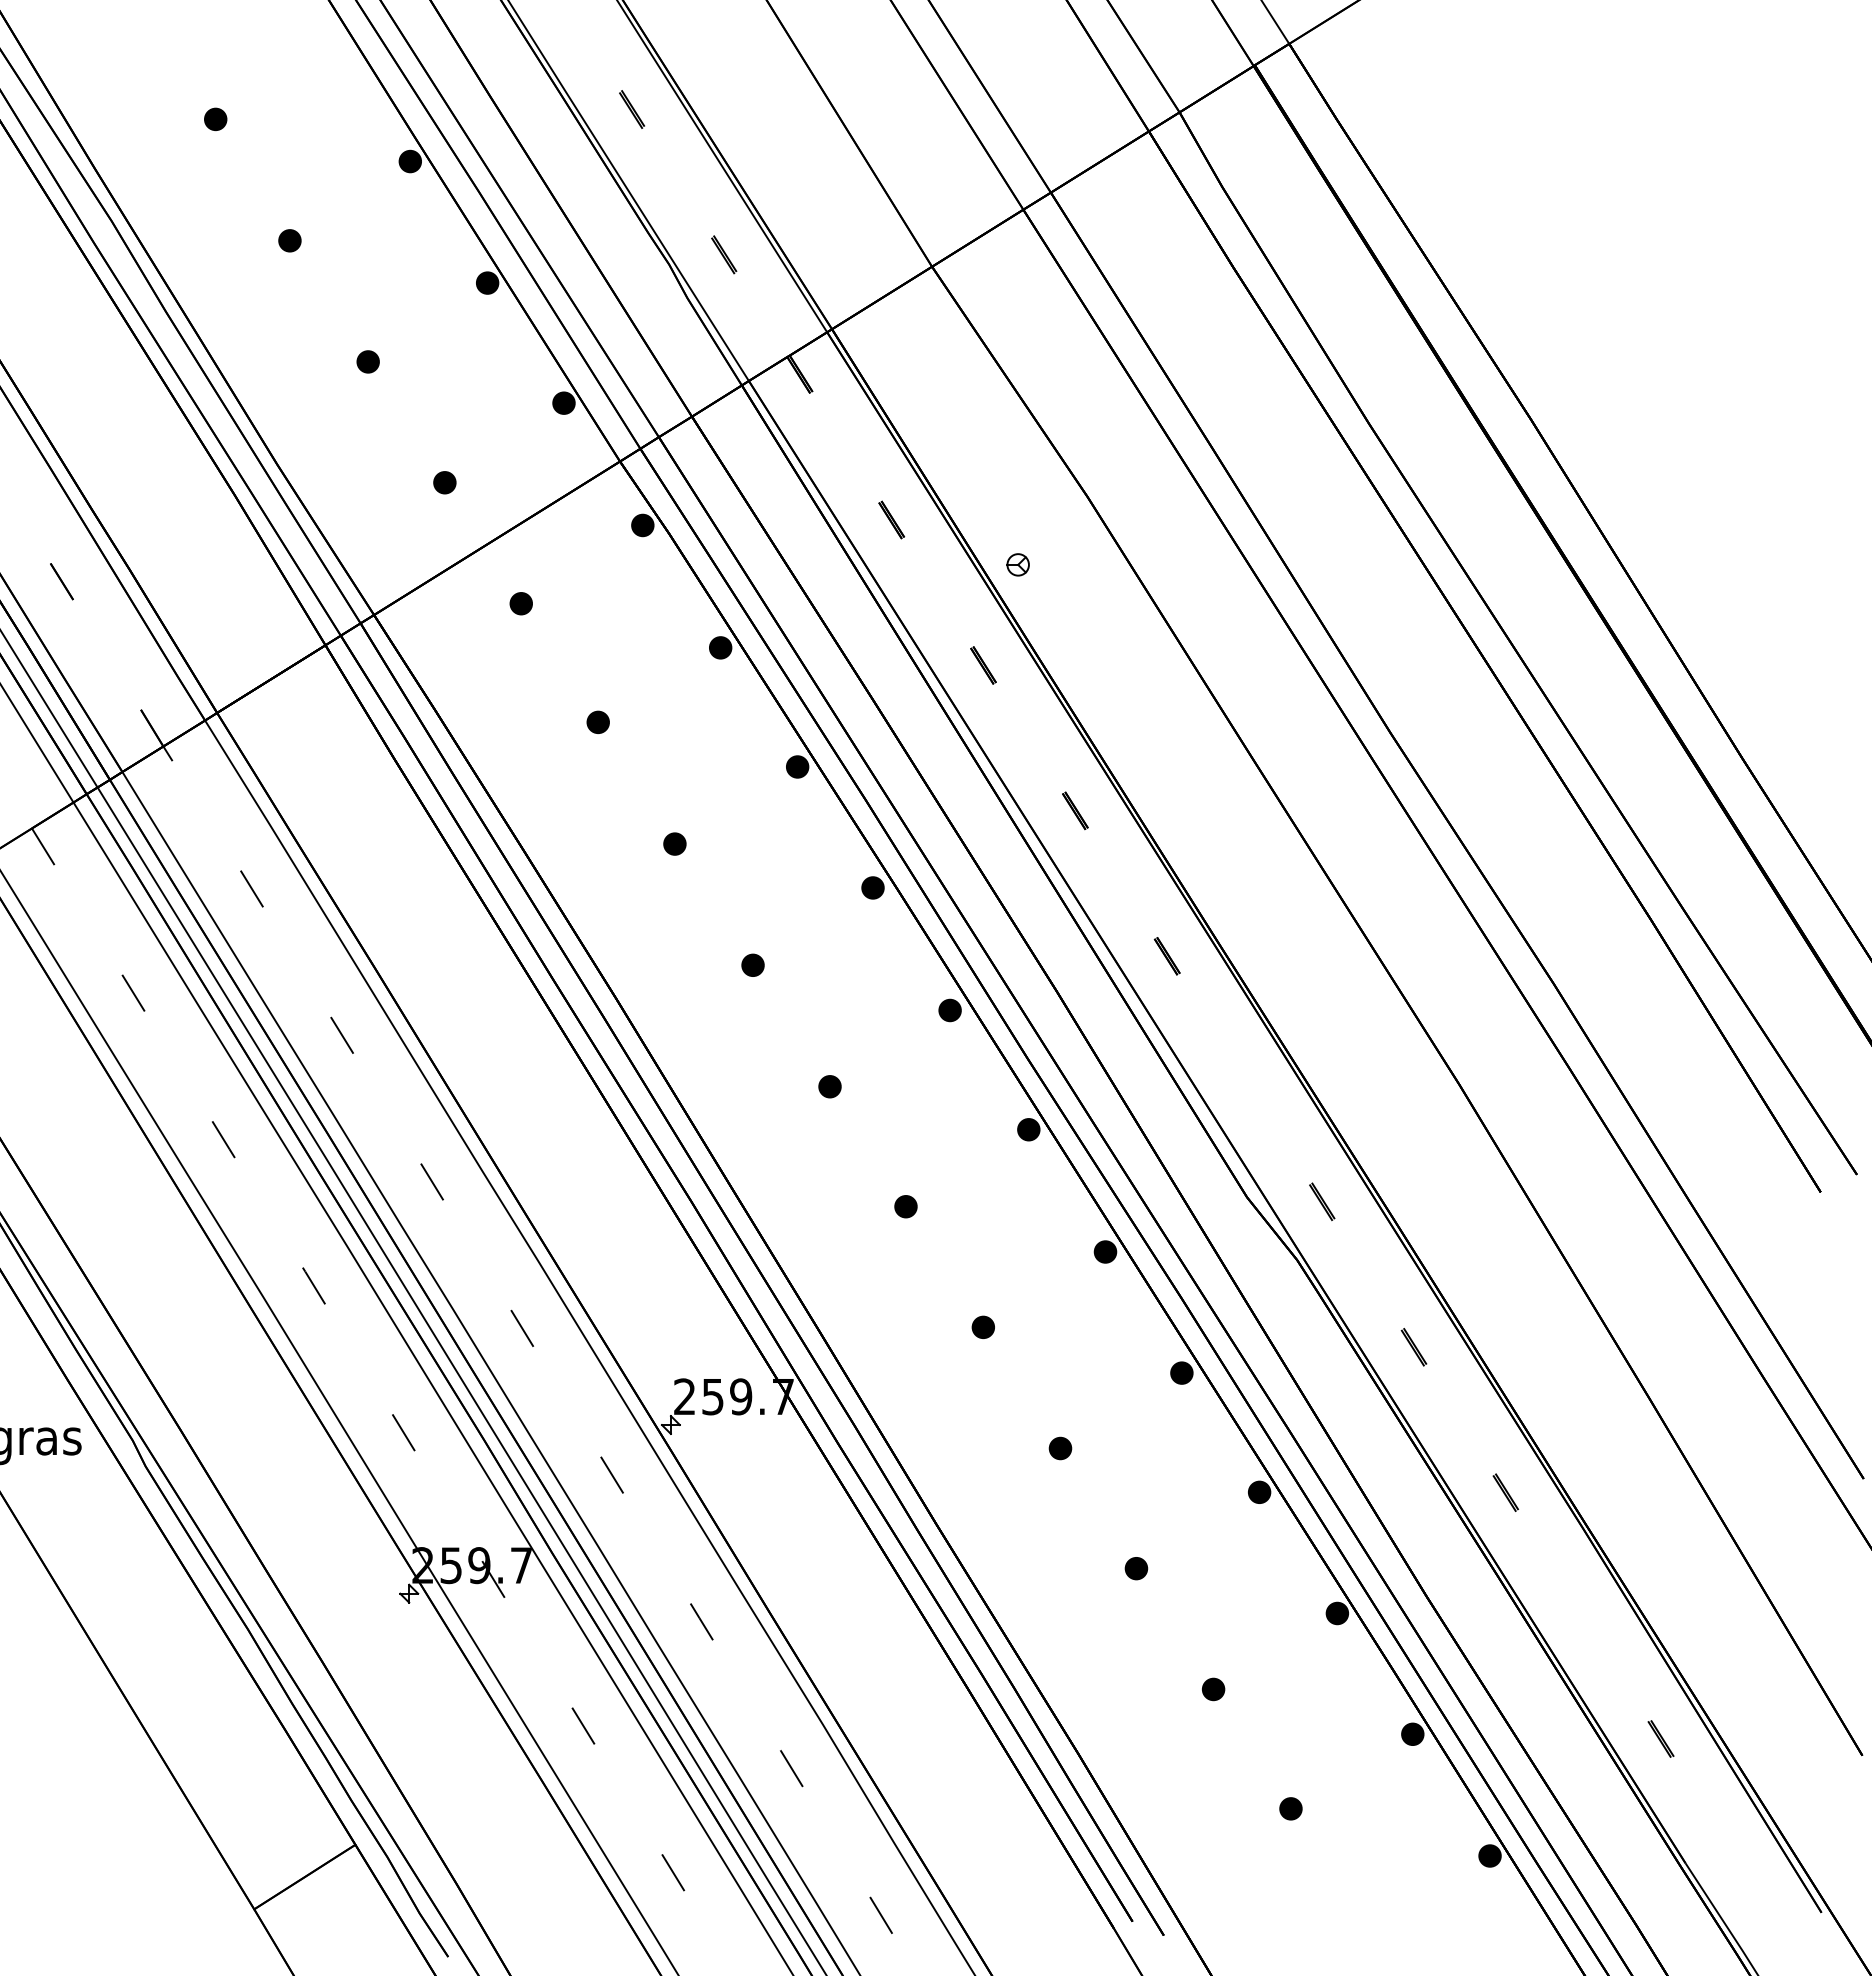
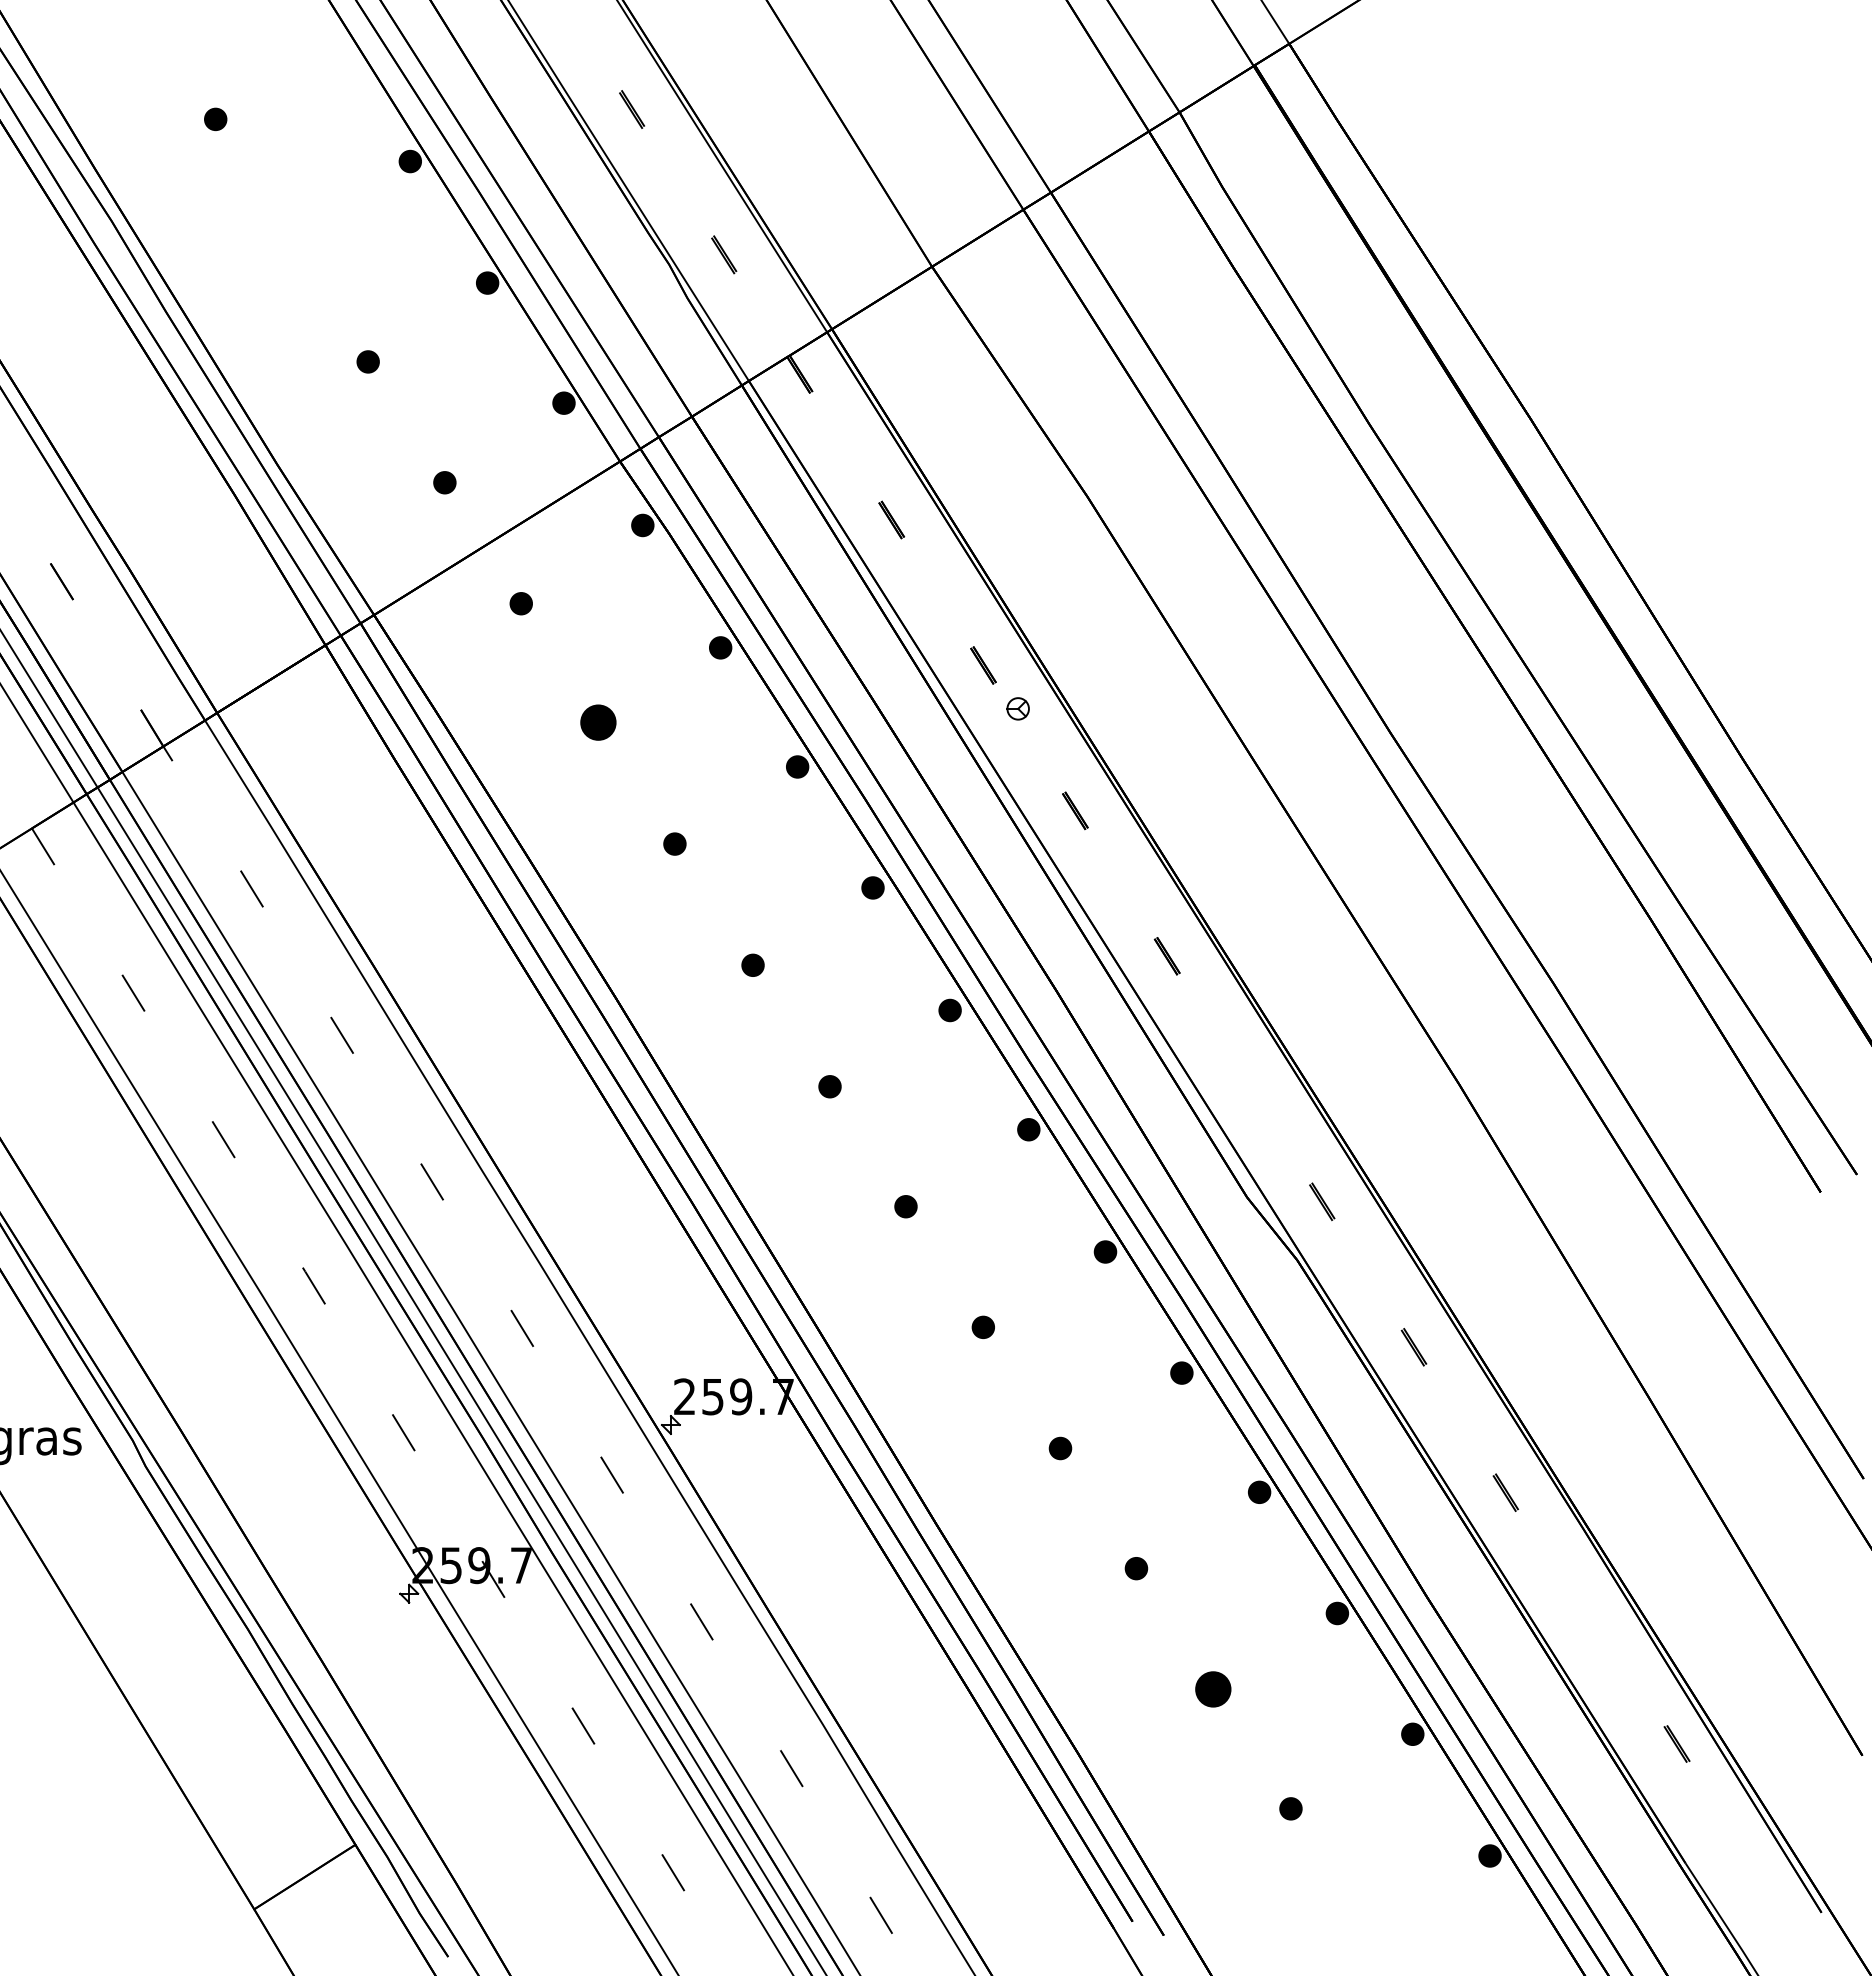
part at (289, 240): present -> none
part at (1017, 564) position: (1017, 564) -> (1017, 708)
part at (597, 721) size: 24x24 px -> 37x37 px
part at (1213, 1689) size: 24x25 px -> 37x37 px
part at (1660, 1738) position: (1660, 1738) -> (1676, 1743)
